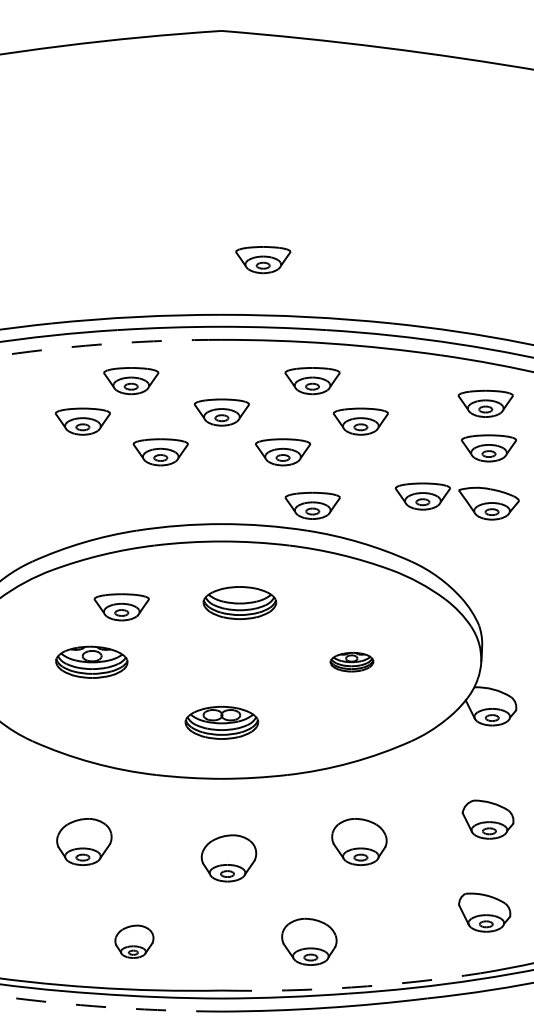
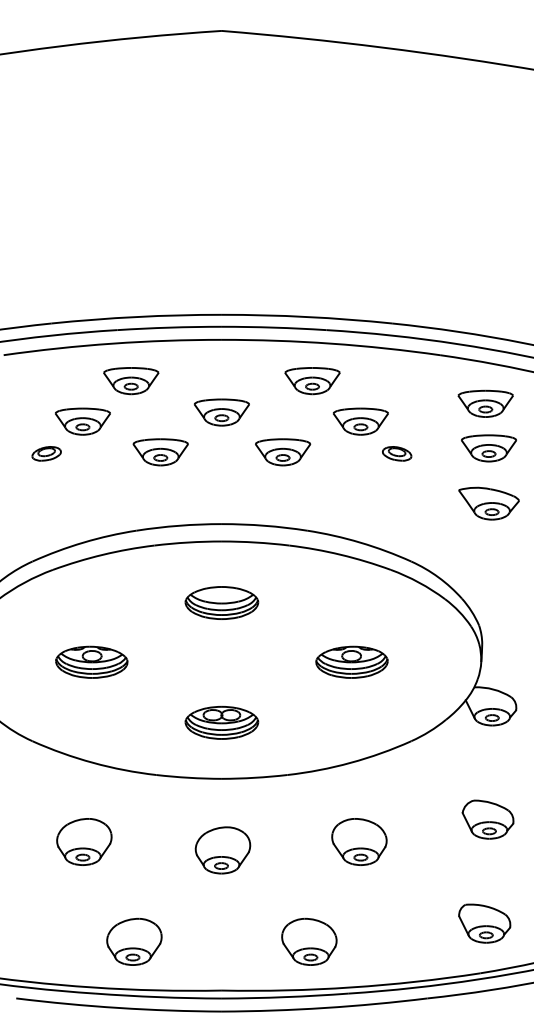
part at (263, 260): present -> none
arc at (112, 343): dashed -> solid
part at (46, 453): none -> present
part at (397, 453): none -> present
part at (422, 496): present -> none
part at (312, 505): present -> none
part at (239, 602) position: (239, 602) -> (221, 602)
part at (121, 607): present -> none
part at (351, 662) size: 46x21 px -> 74x34 px
part at (228, 858) position: (228, 858) -> (222, 850)
part at (484, 912) position: (484, 912) -> (484, 923)
part at (134, 941) size: 41x35 px -> 57x49 px
arc at (351, 987): dashed -> solid
arc at (118, 1008): dashed -> solid
